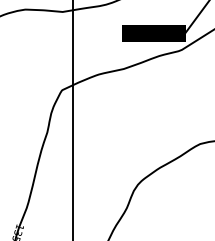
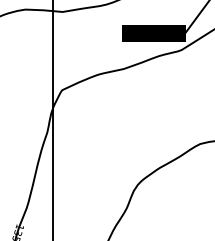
line at (72, 119) position: (72, 119) -> (52, 119)
